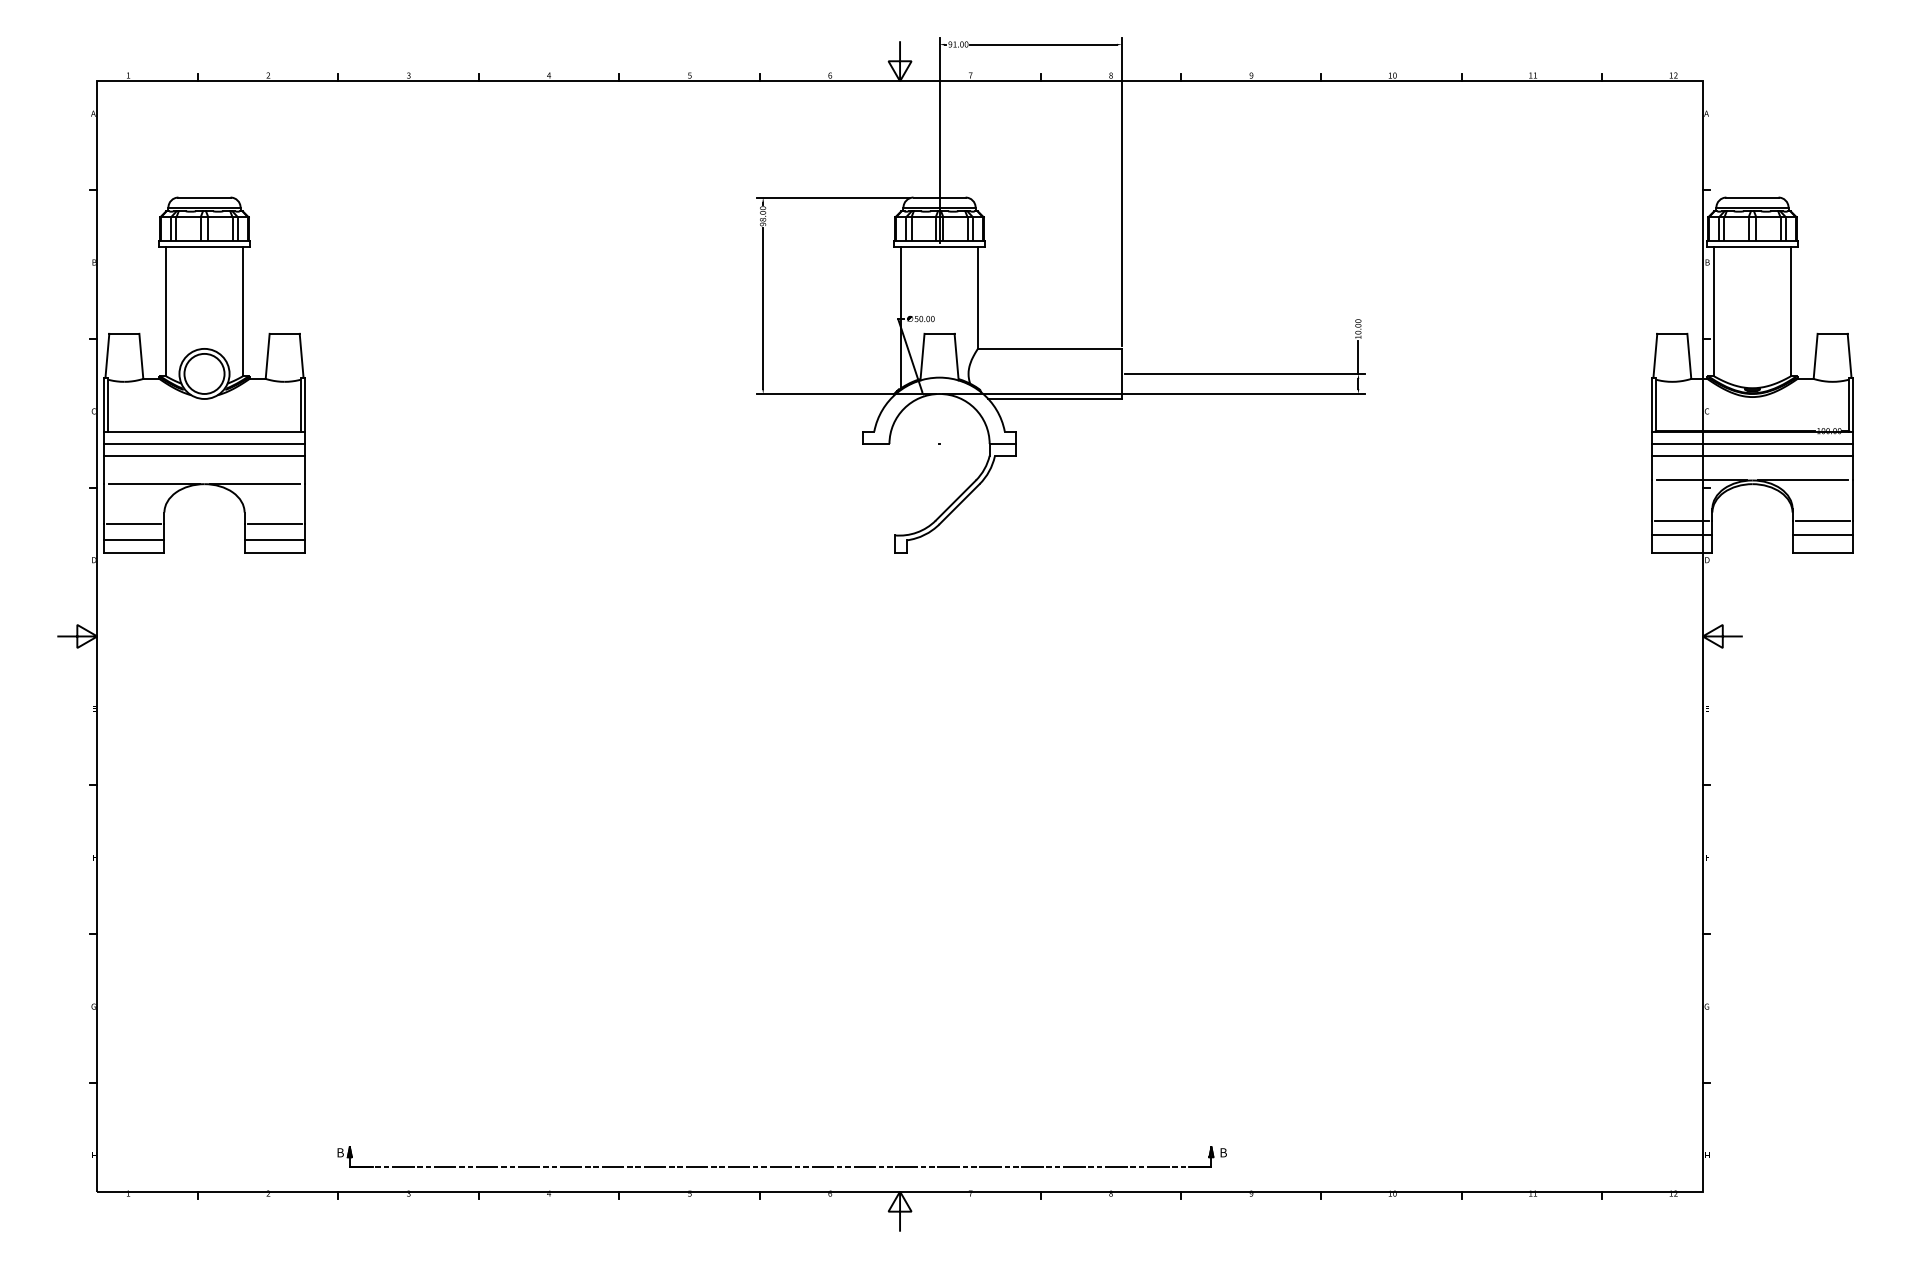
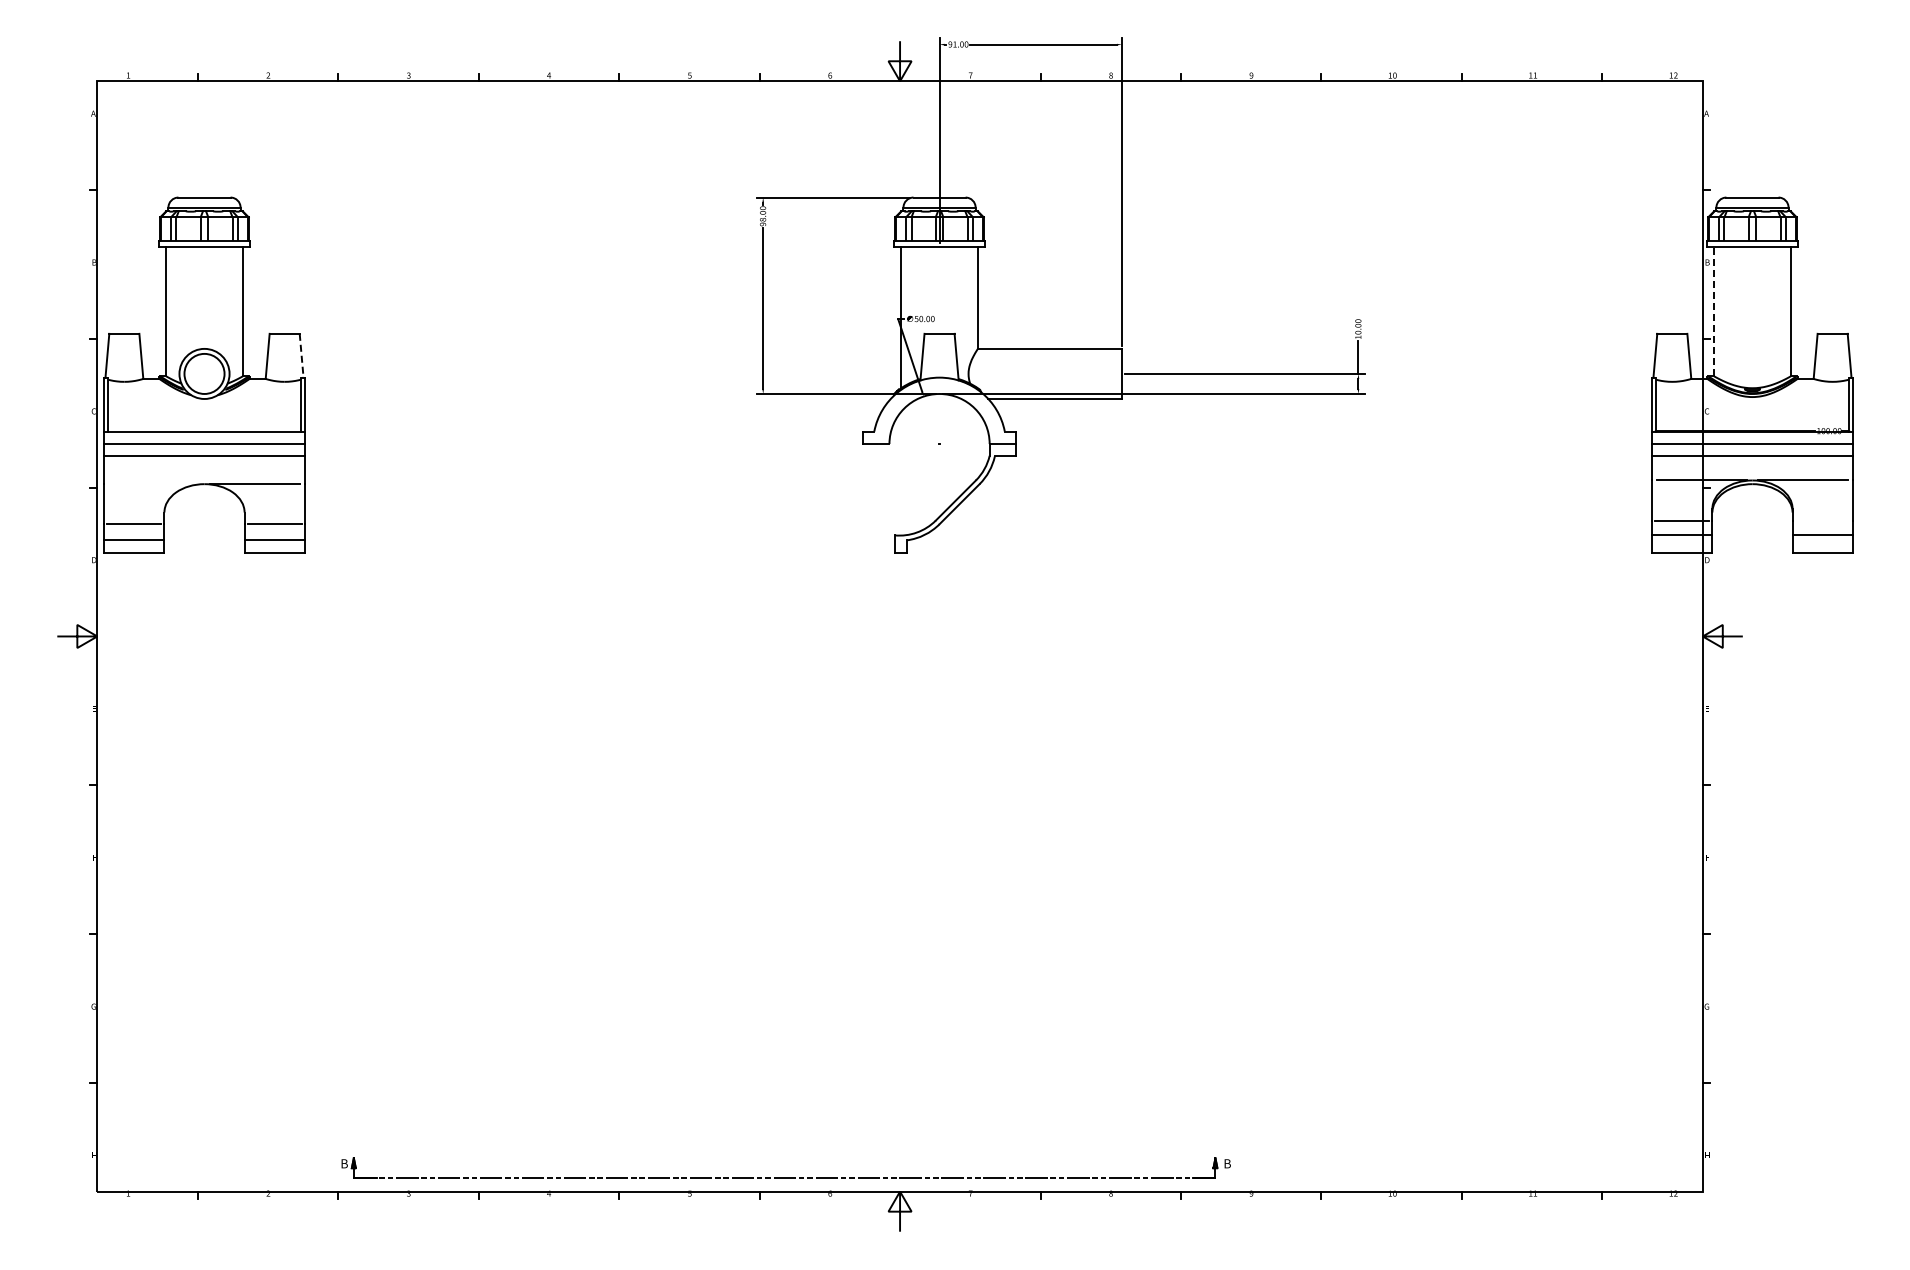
line at (1714, 311): solid -> dashed
line at (301, 355): solid -> dashed
line at (154, 484): present -> none
line at (1822, 520): present -> none
part at (781, 1166) position: (781, 1166) -> (785, 1177)
